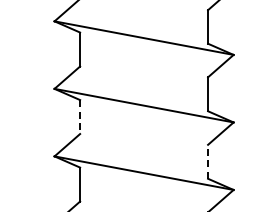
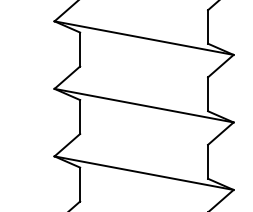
line at (80, 117): dashed -> solid
line at (208, 161): dashed -> solid
